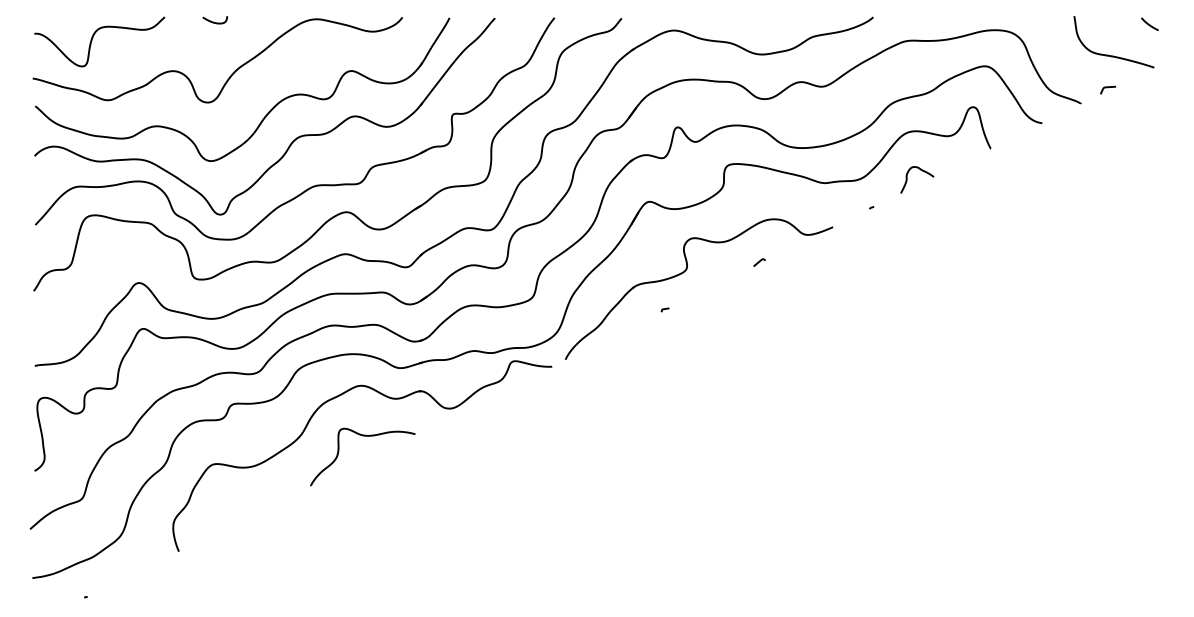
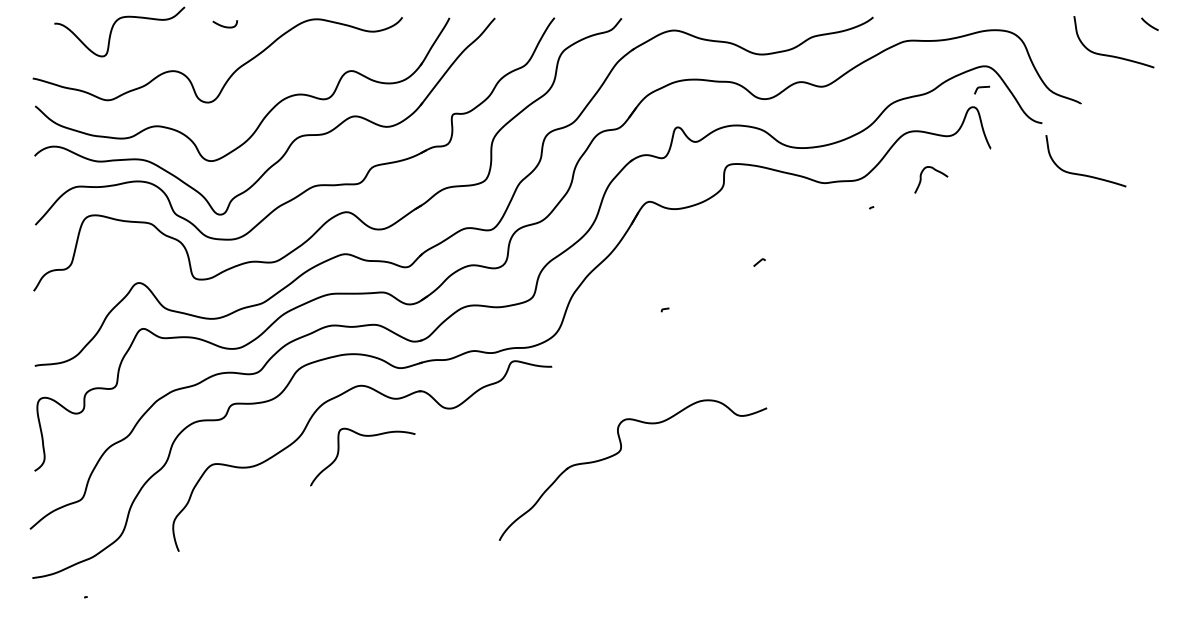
curve at (213, 21) position: (213, 21) -> (223, 25)
curve at (92, 41) position: (92, 41) -> (112, 31)
curve at (1107, 88) position: (1107, 88) -> (981, 88)
curve at (922, 171) position: (922, 171) -> (936, 171)
curve at (1080, 173): none -> present
part at (683, 273) position: (683, 273) -> (617, 454)
